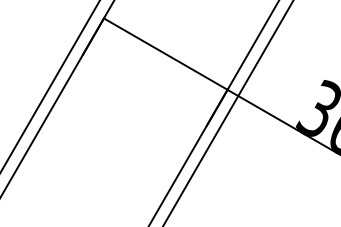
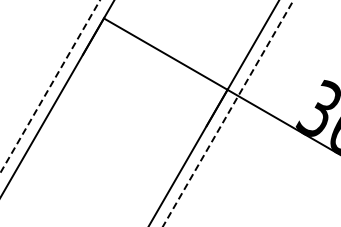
line at (49, 87): solid -> dashed
line at (228, 112): solid -> dashed
